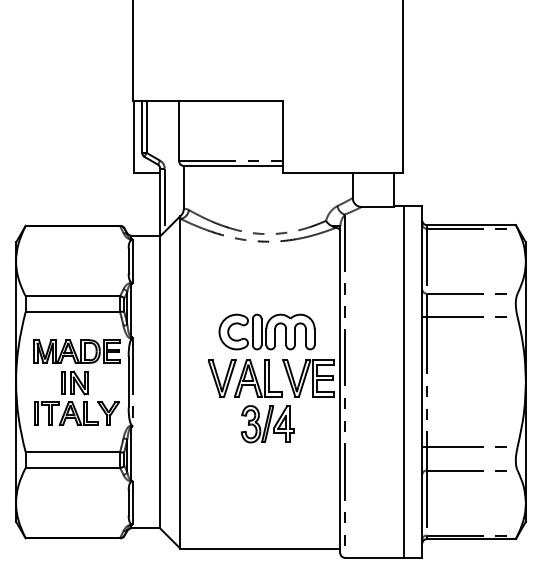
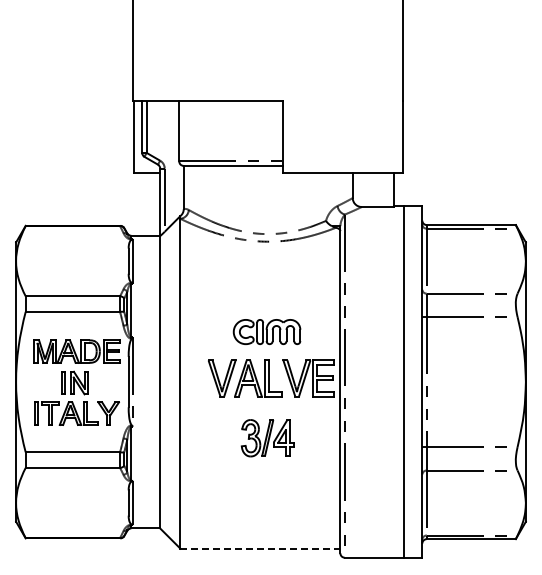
part at (266, 331) size: 98x38 px -> 70x26 px
part at (267, 424) position: (267, 424) -> (267, 438)
line at (260, 548): solid -> dashed
